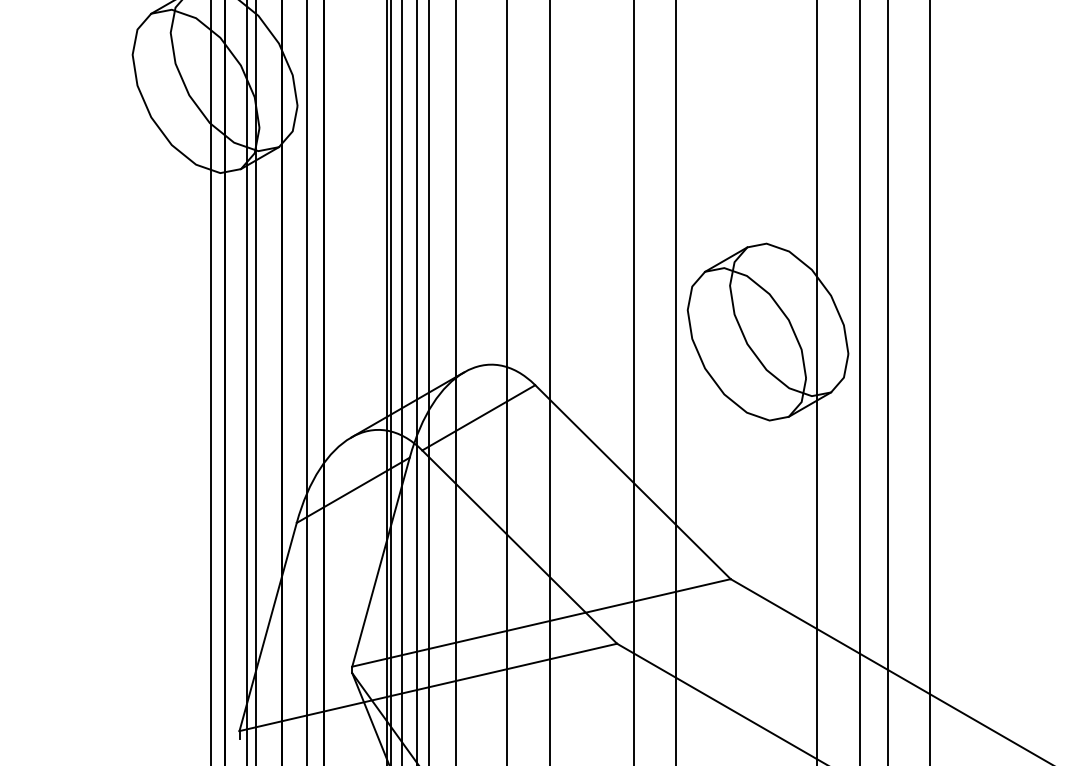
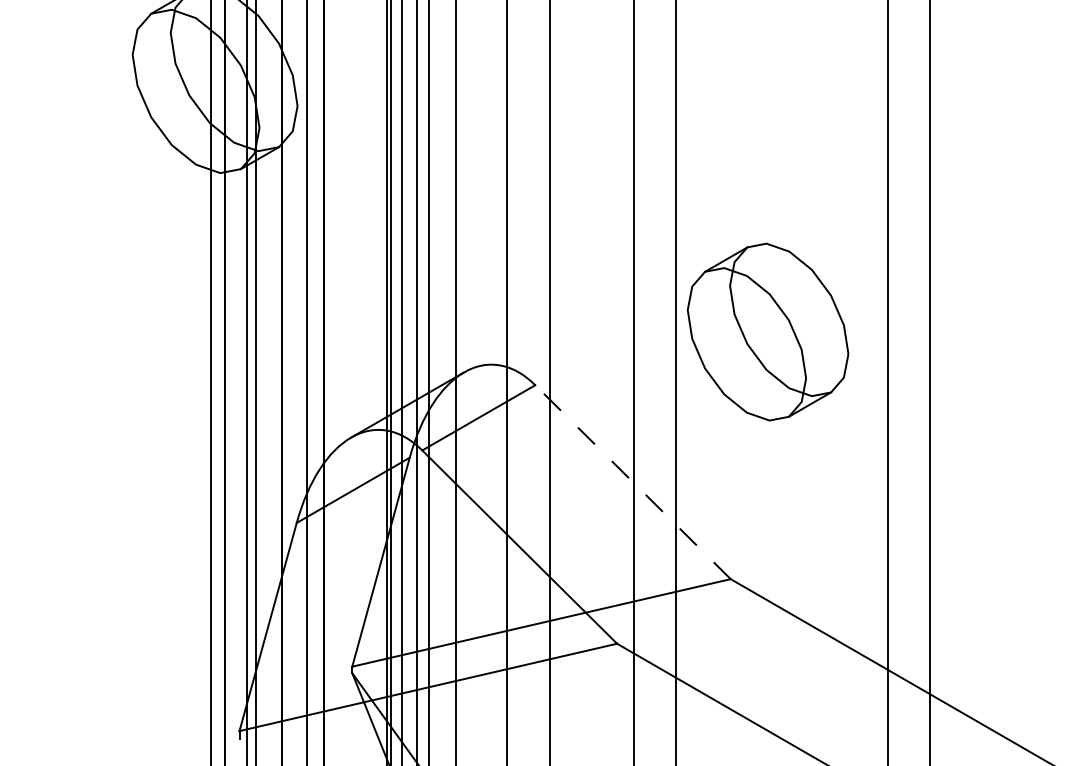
line at (817, 382): present -> none
line at (859, 382): present -> none
line at (633, 482): solid -> dashed
